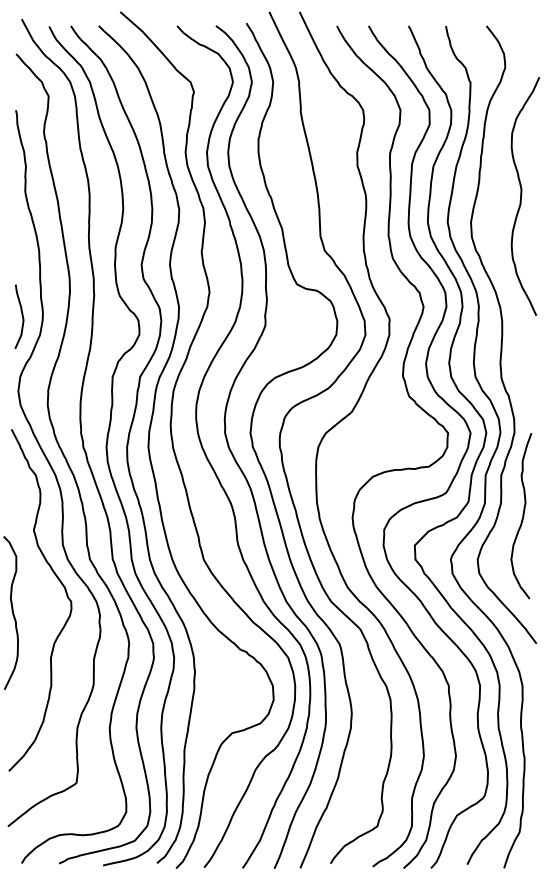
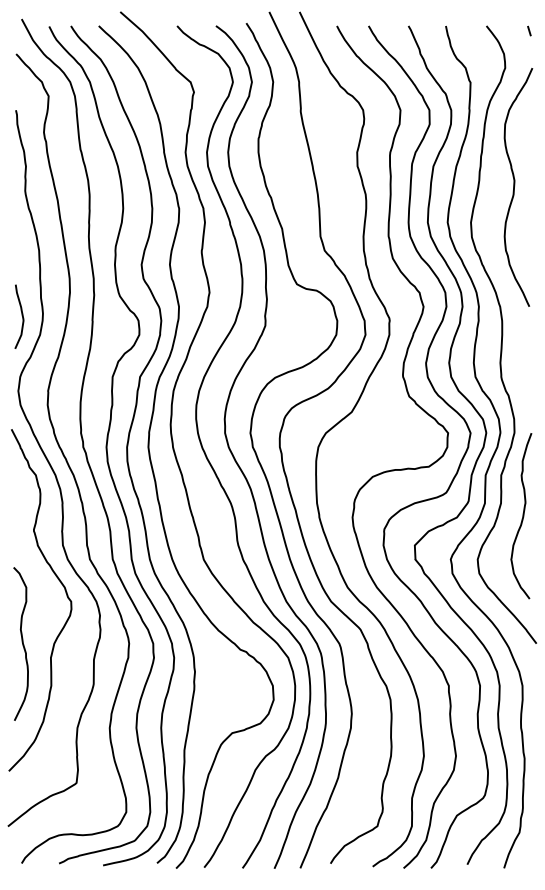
line at (529, 30): none -> present
curve at (522, 194) position: (522, 194) -> (515, 185)
curve at (11, 611) position: (11, 611) -> (21, 642)
